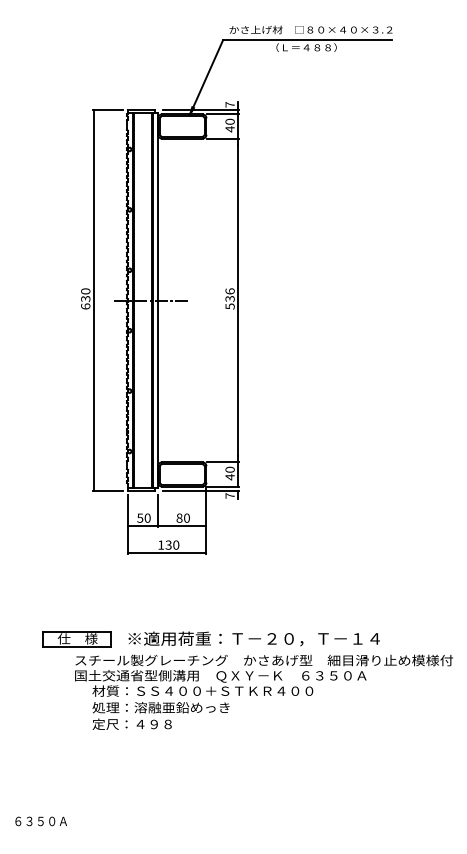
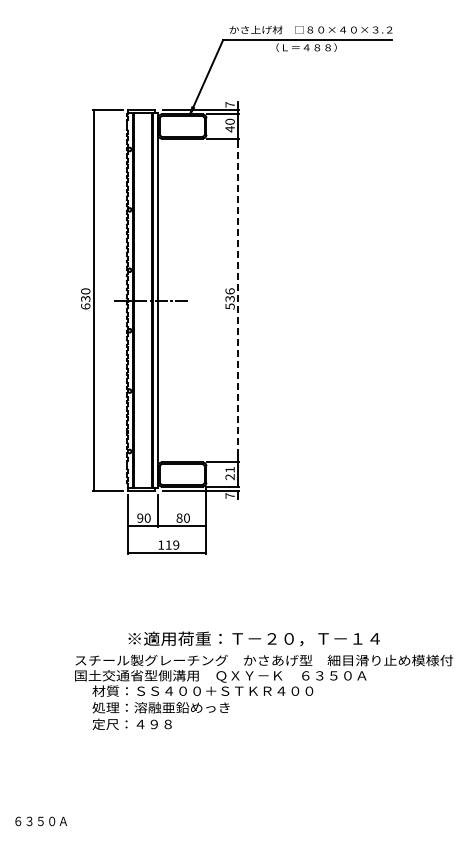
line at (238, 300): solid -> dashed
text at (229, 473): 40 -> 21
text at (140, 517): 50 -> 90
text at (172, 544): 130 -> 119
part at (76, 639): present -> none
